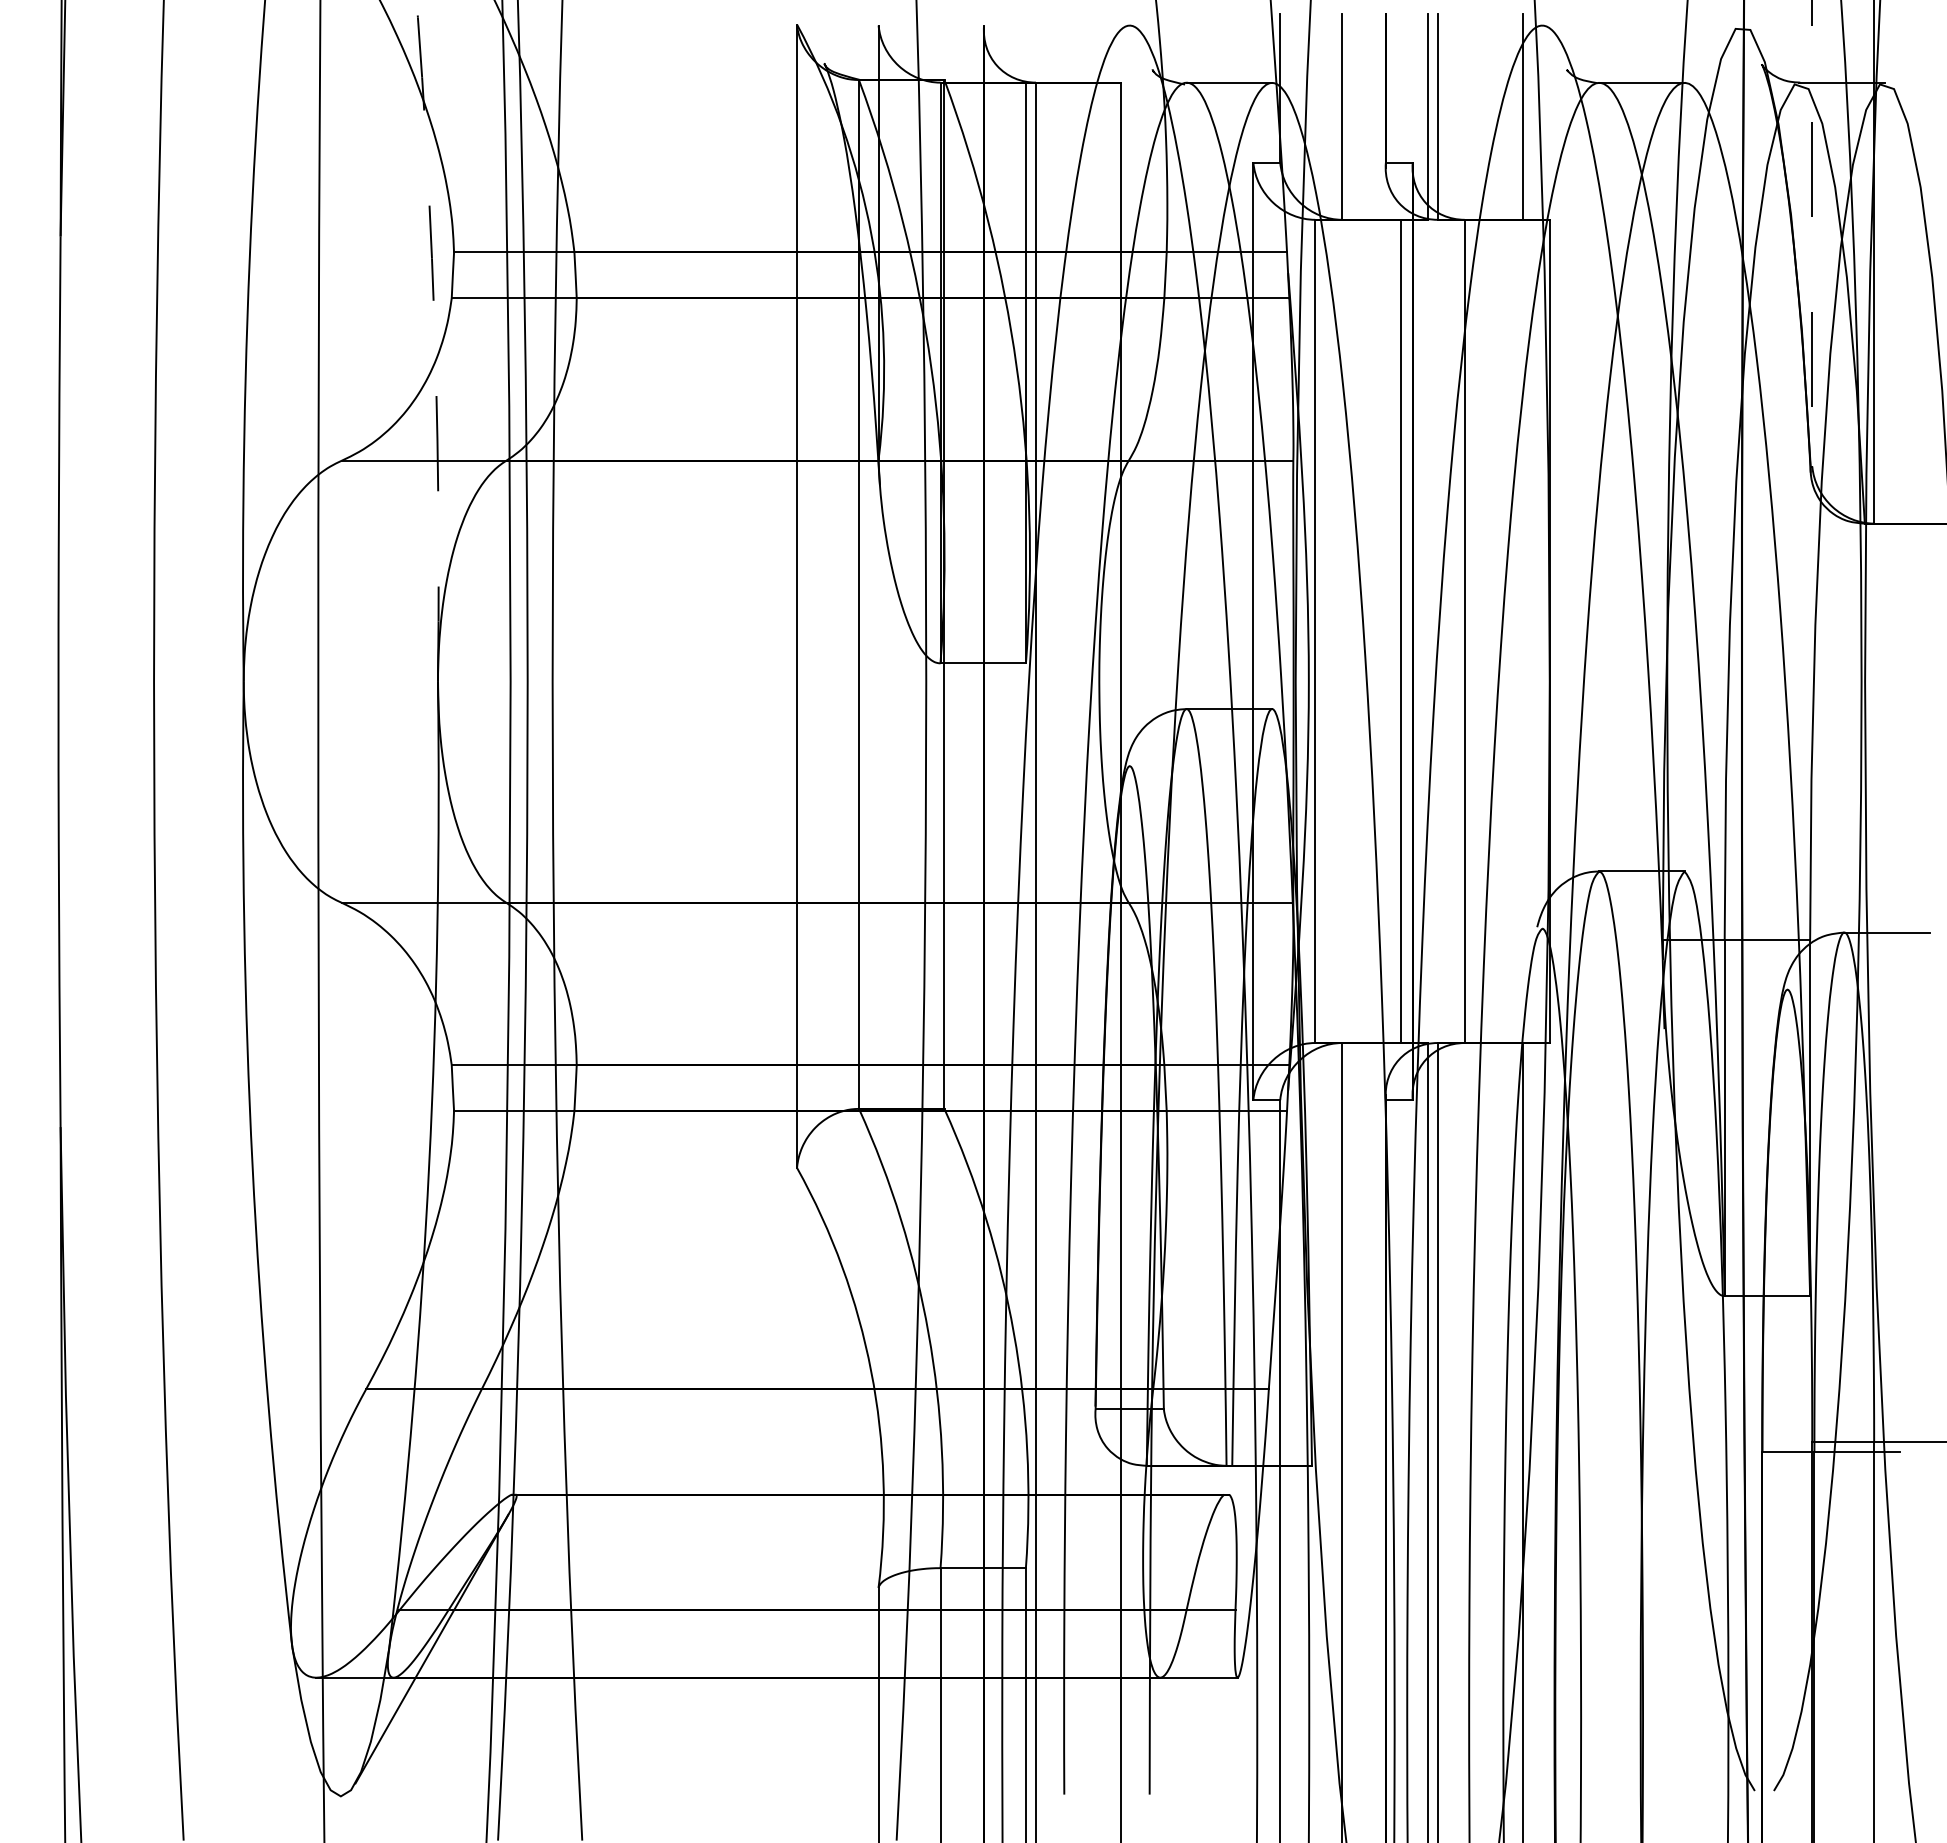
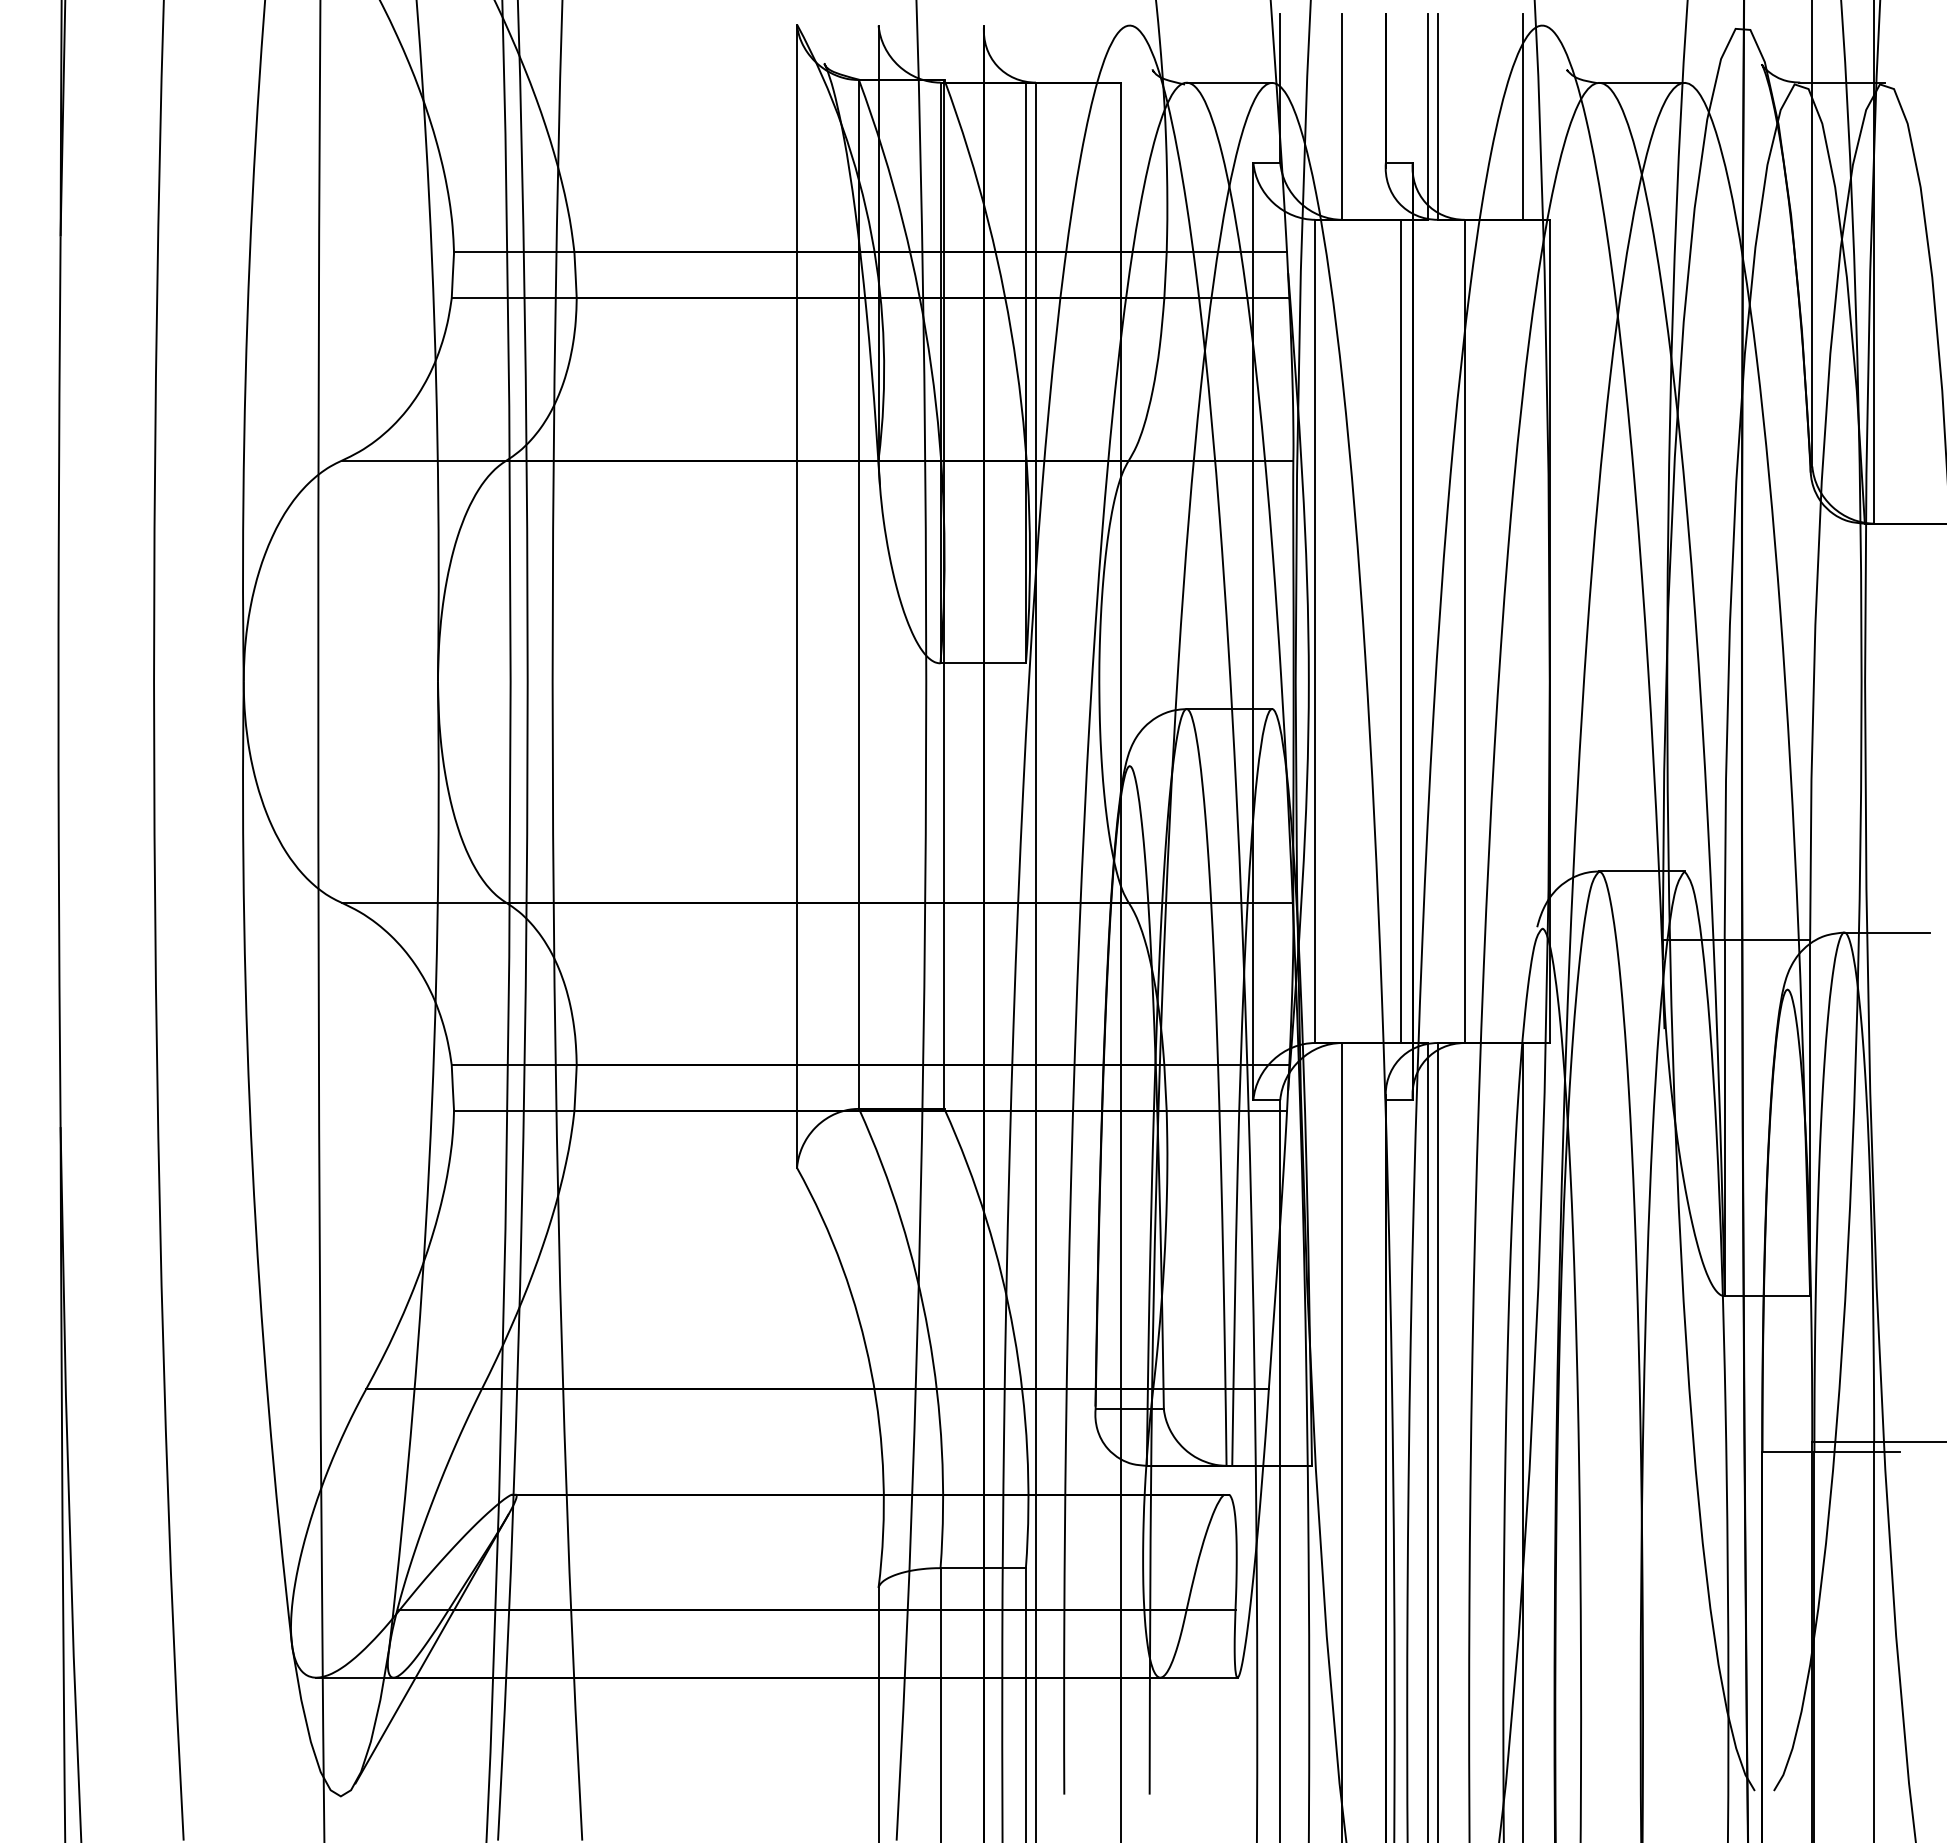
line at (1812, 233): dashed -> solid
arc at (434, 339): dashed -> solid
